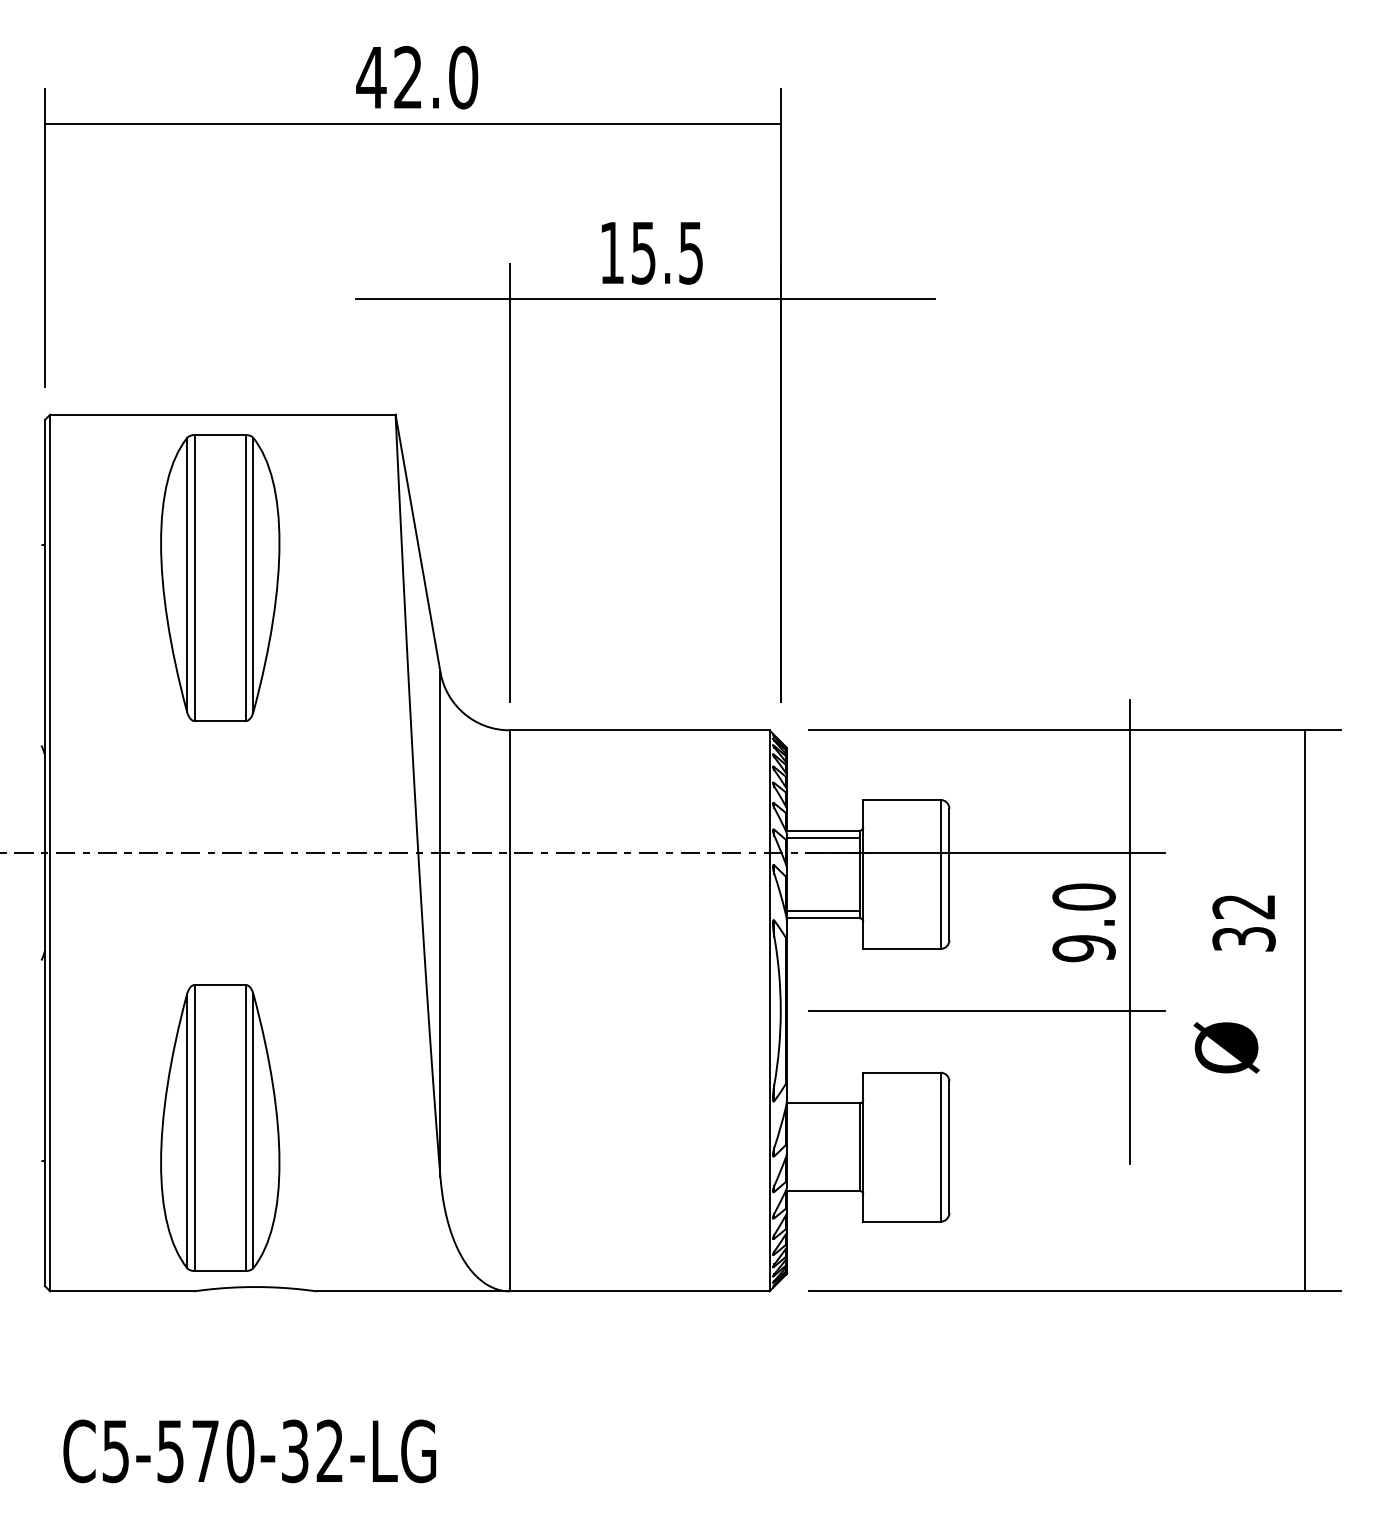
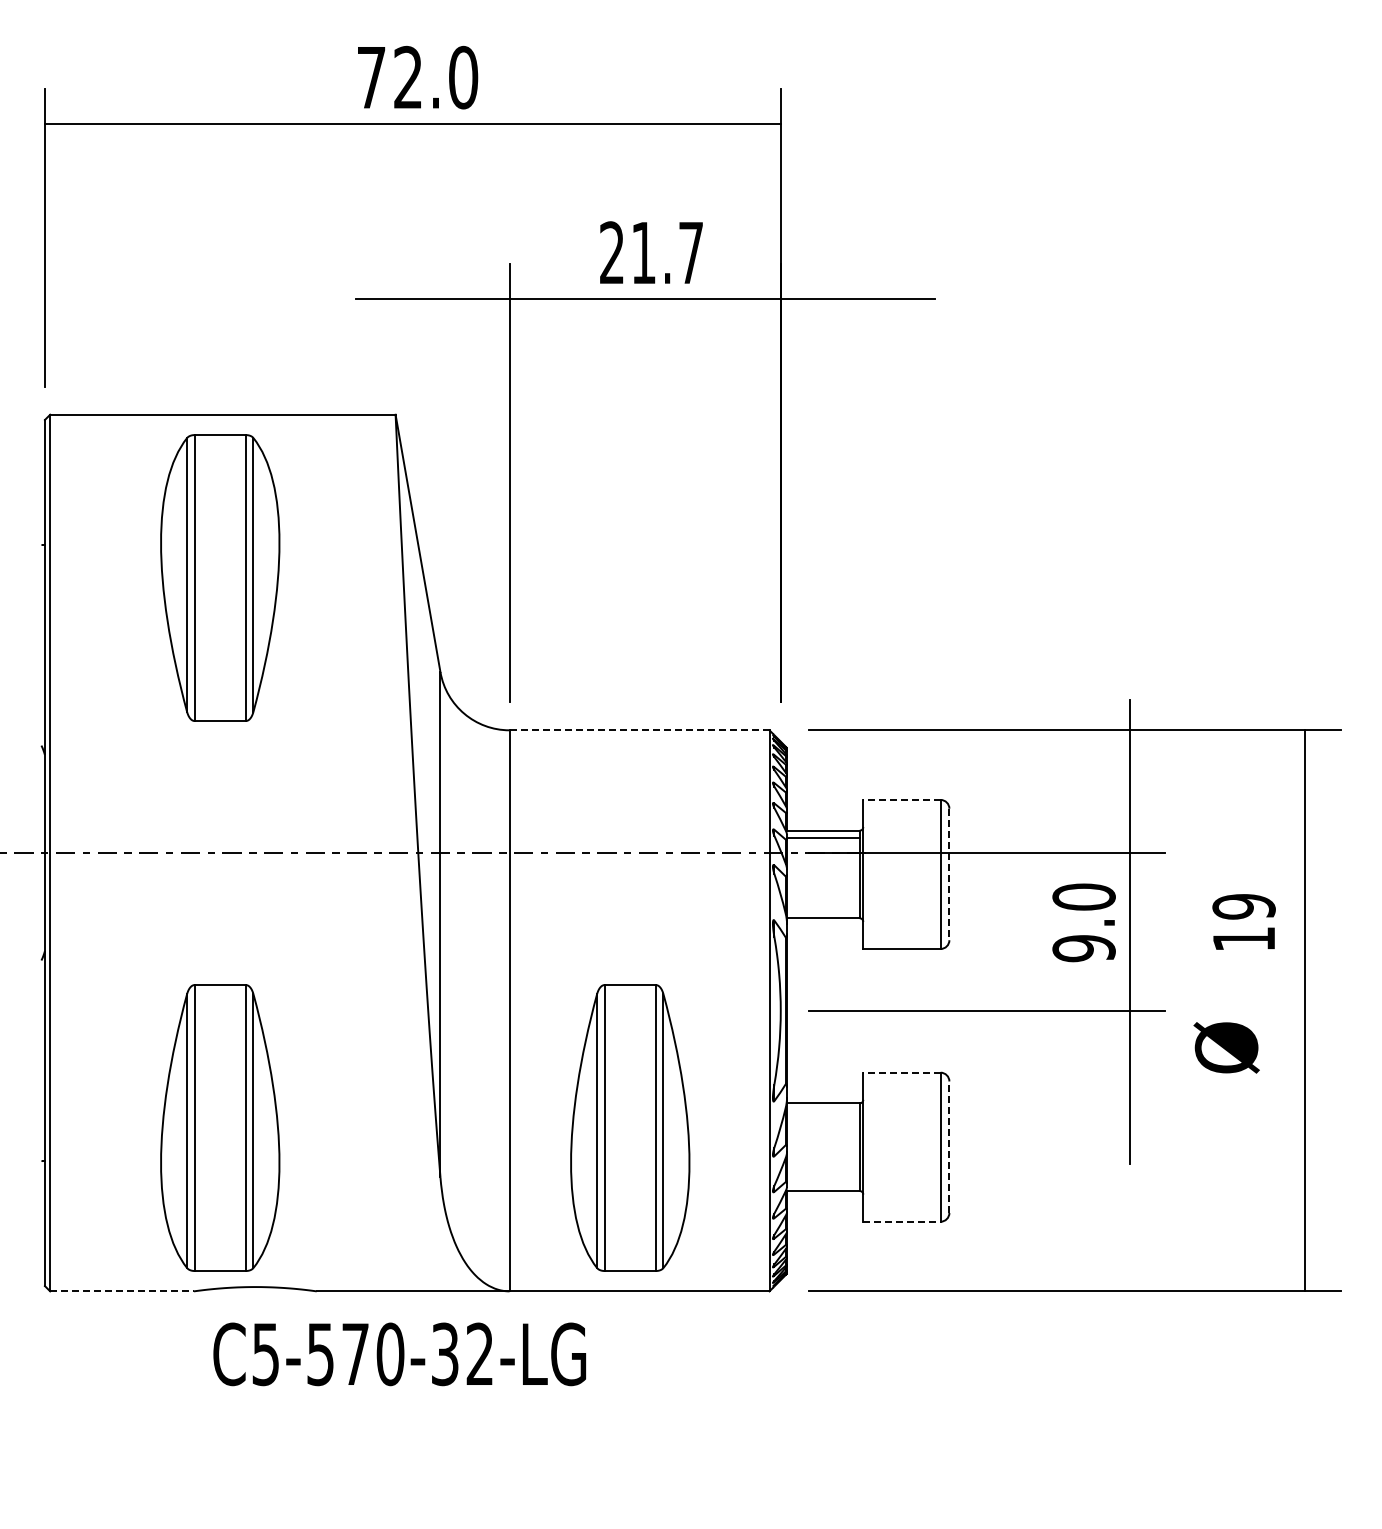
text at (371, 77): 42.0 -> 72.0
text at (651, 252): 15.5 -> 21.7
line at (639, 730): solid -> dashed
line at (901, 799): solid -> dashed
line at (949, 874): solid -> dashed
line at (823, 910): present -> none
text at (1243, 922): 32 -> 19
line at (901, 1072): solid -> dashed
part at (630, 1127): none -> present
line at (949, 1147): solid -> dashed
line at (901, 1221): solid -> dashed
line at (122, 1291): solid -> dashed
text at (249, 1451) position: (249, 1451) -> (399, 1354)
